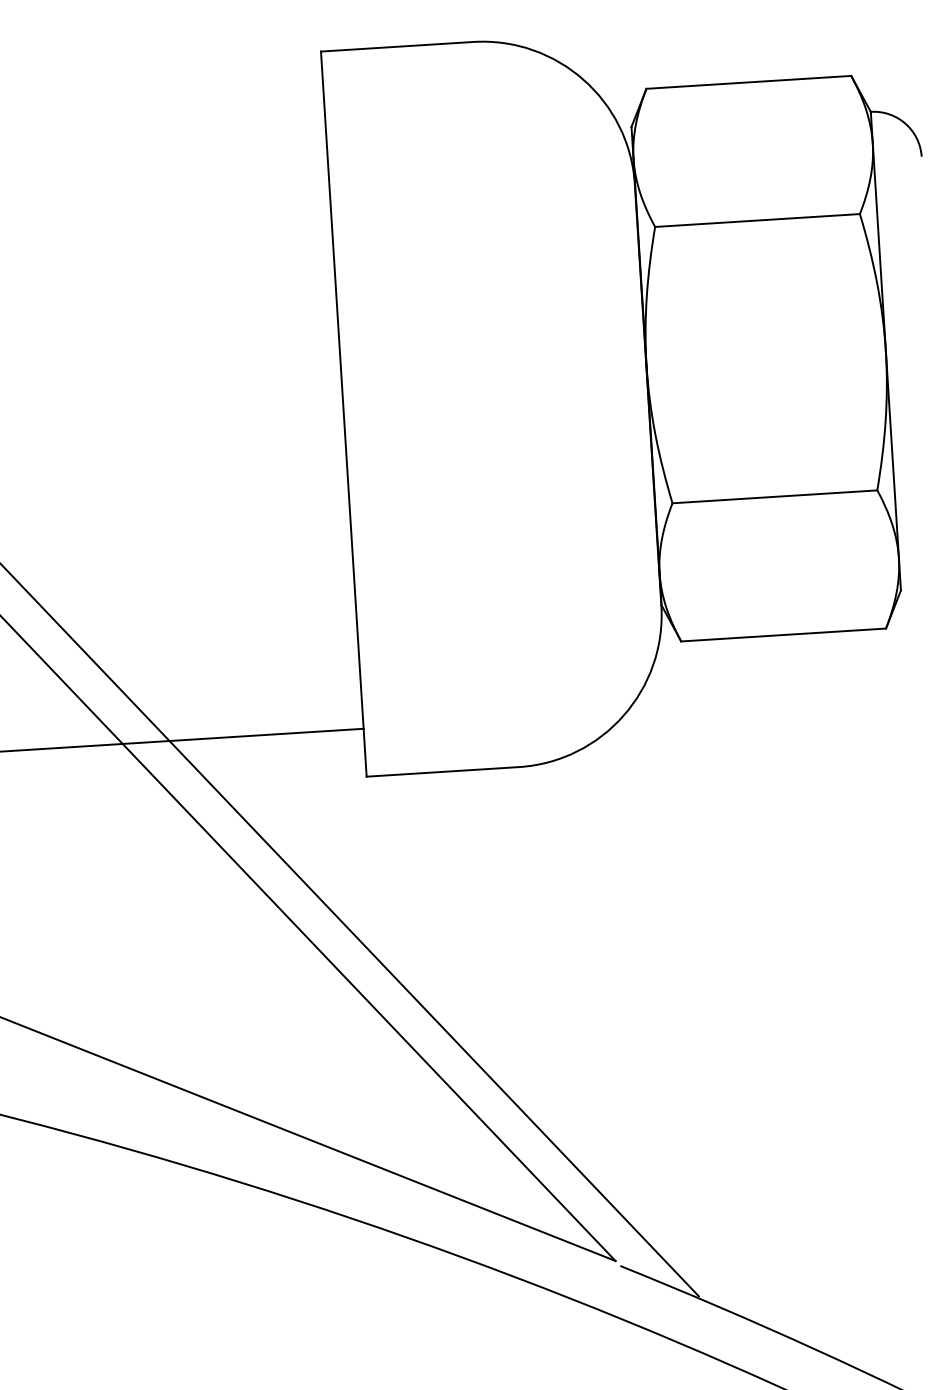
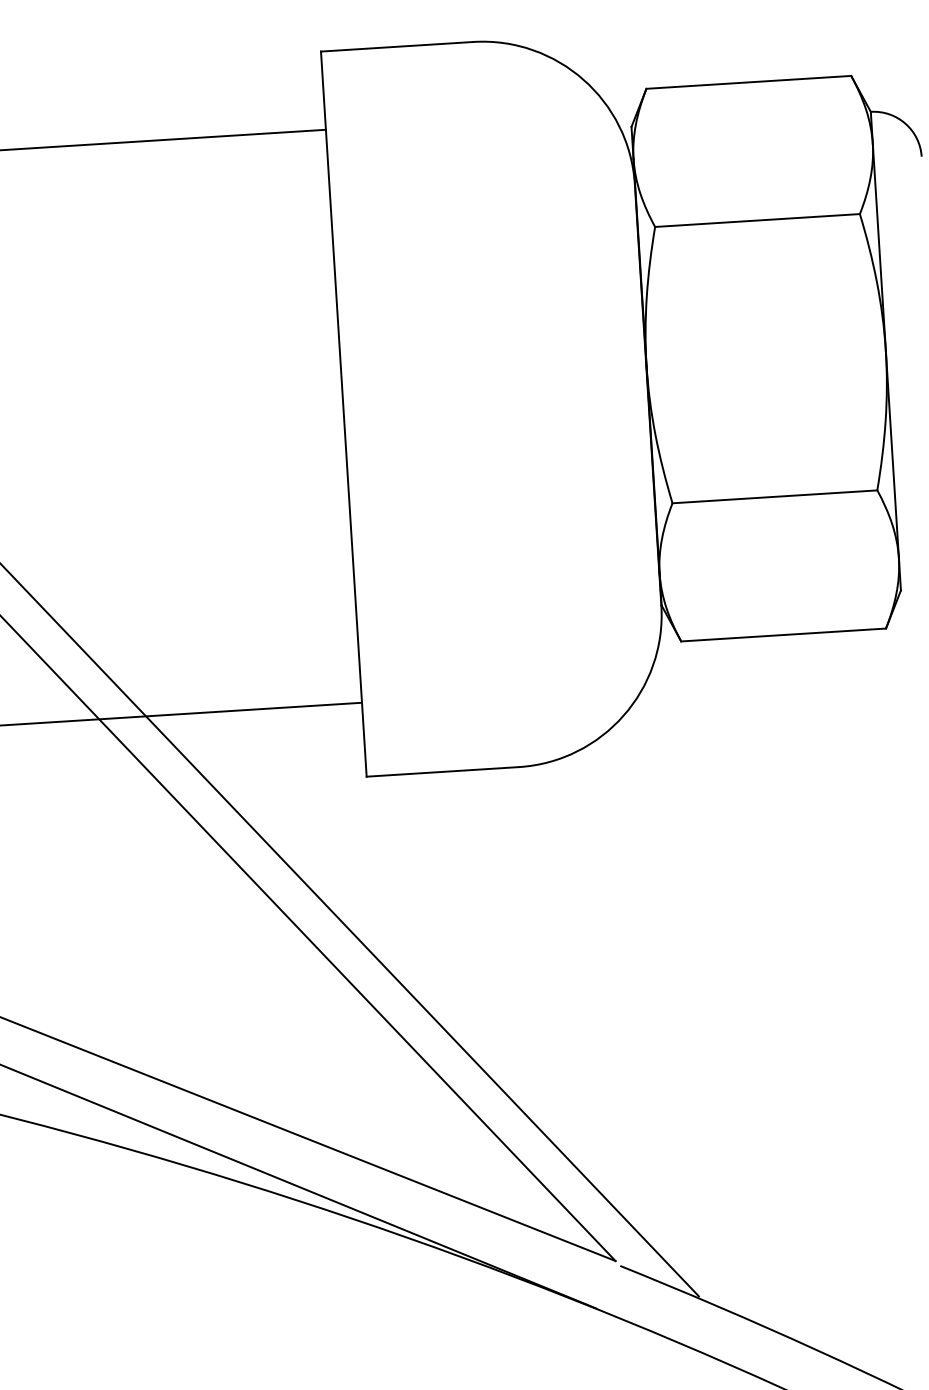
line at (163, 139): none -> present
line at (183, 739) position: (183, 739) -> (182, 713)
line at (299, 1186): none -> present
